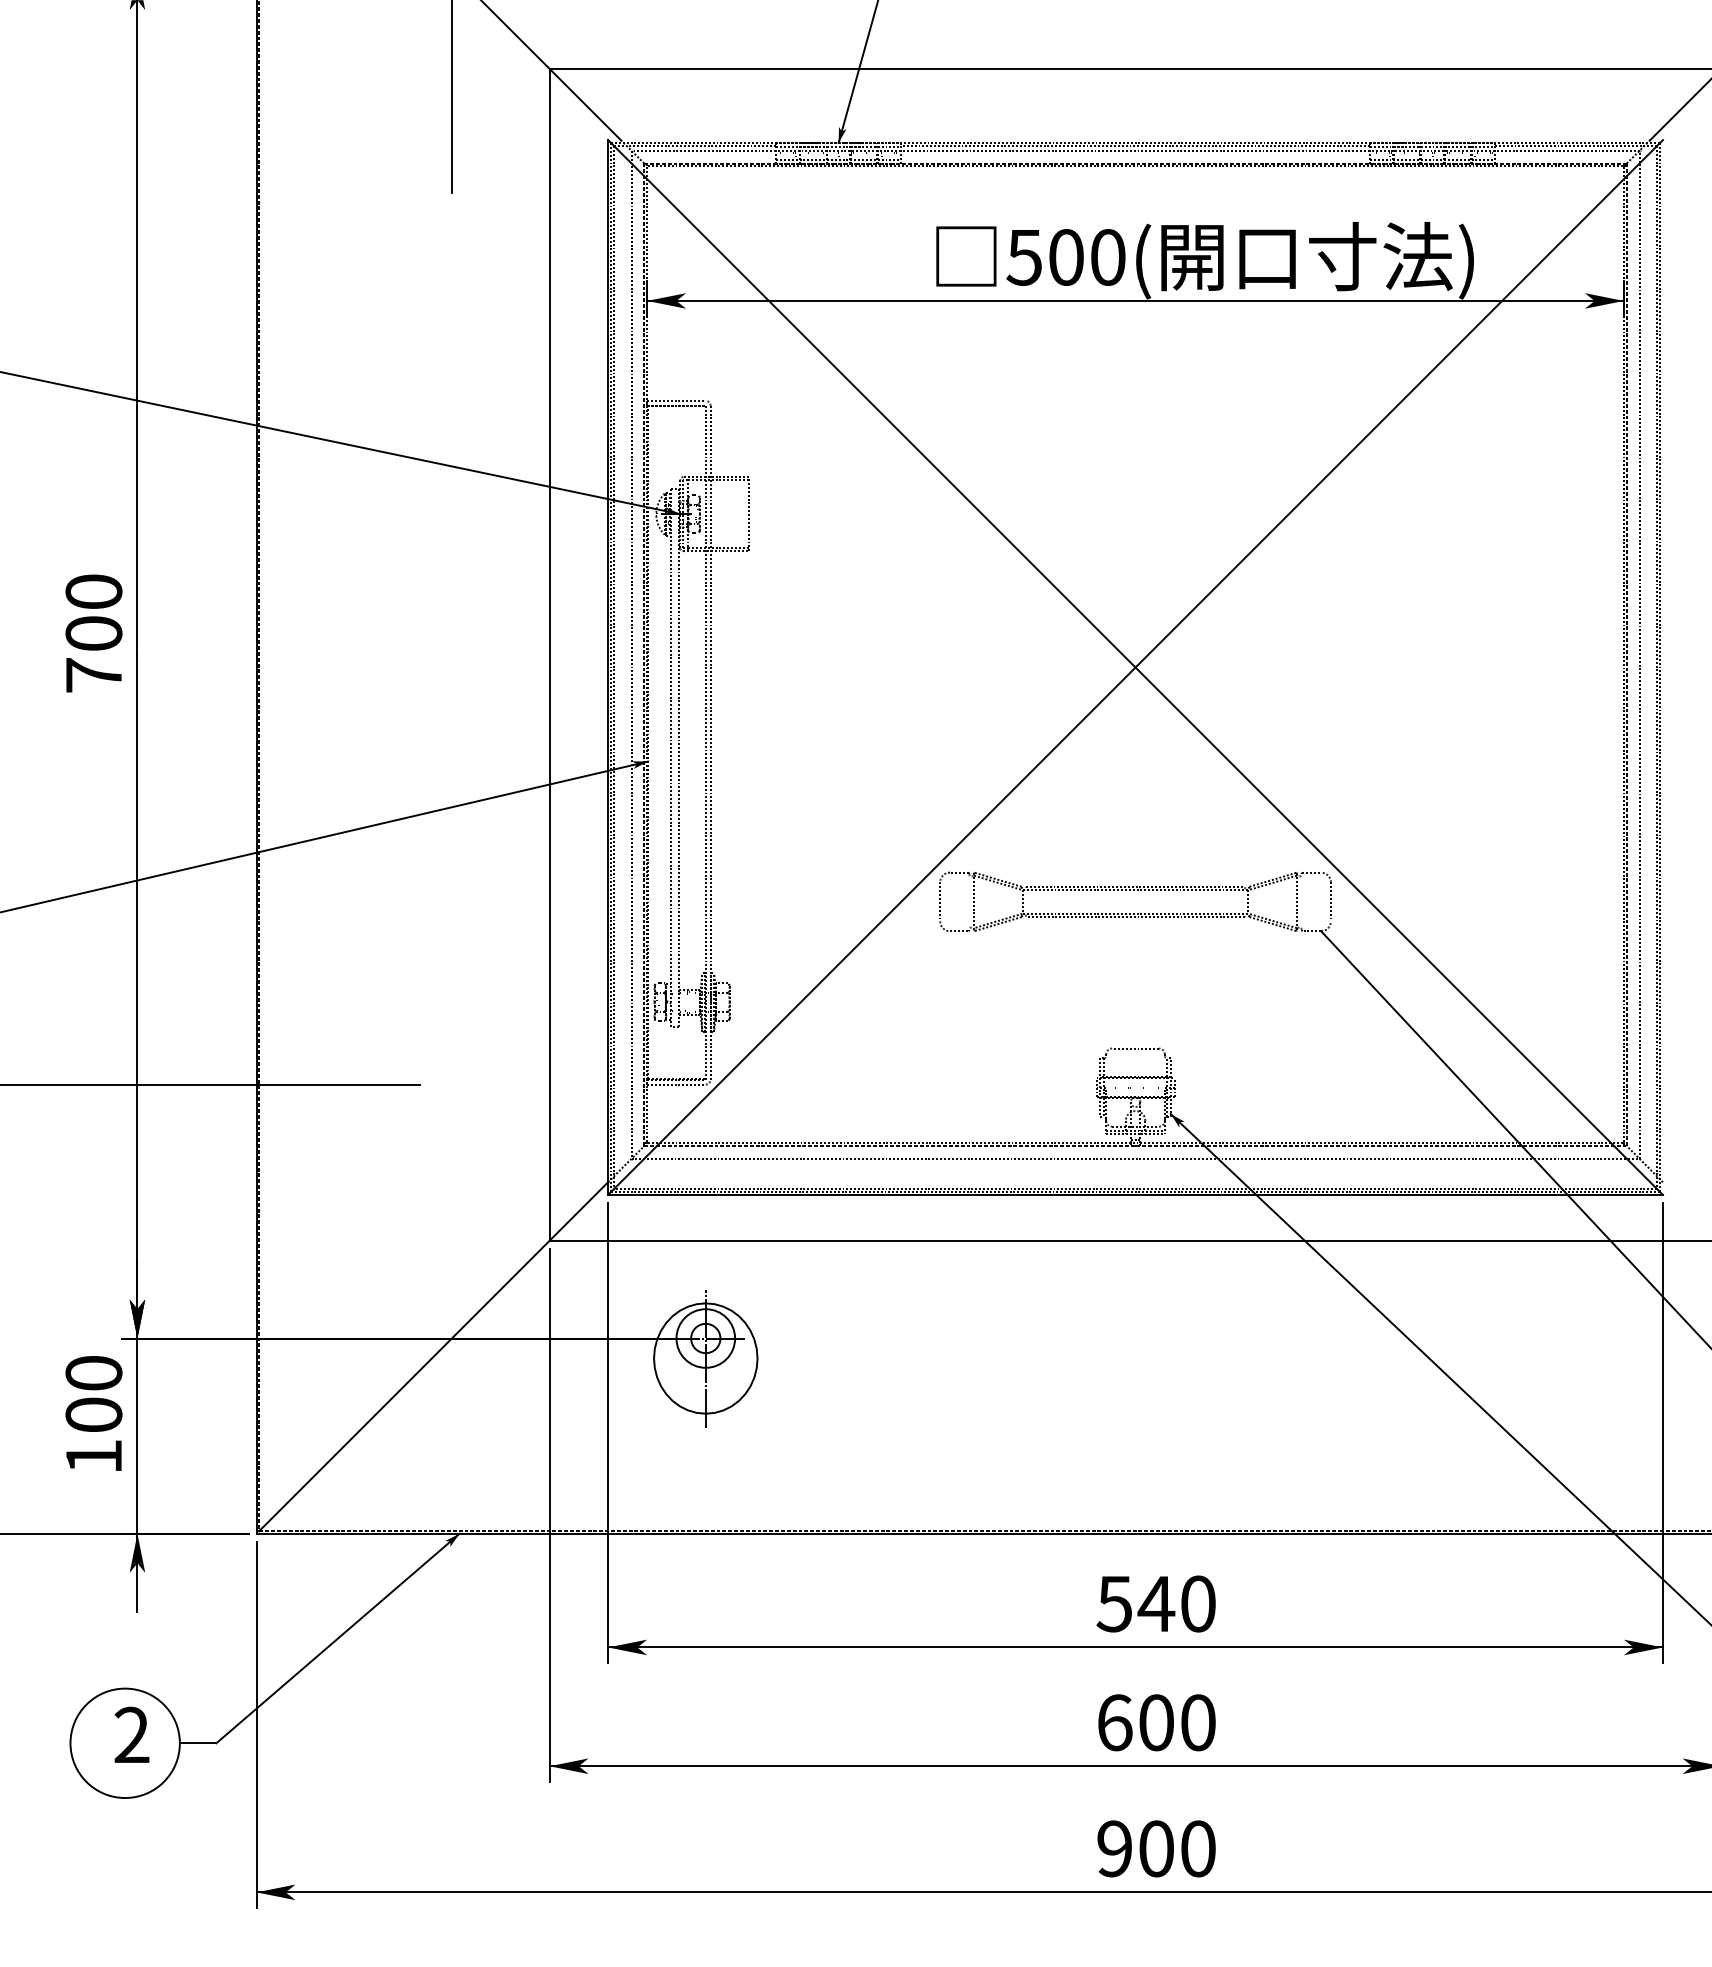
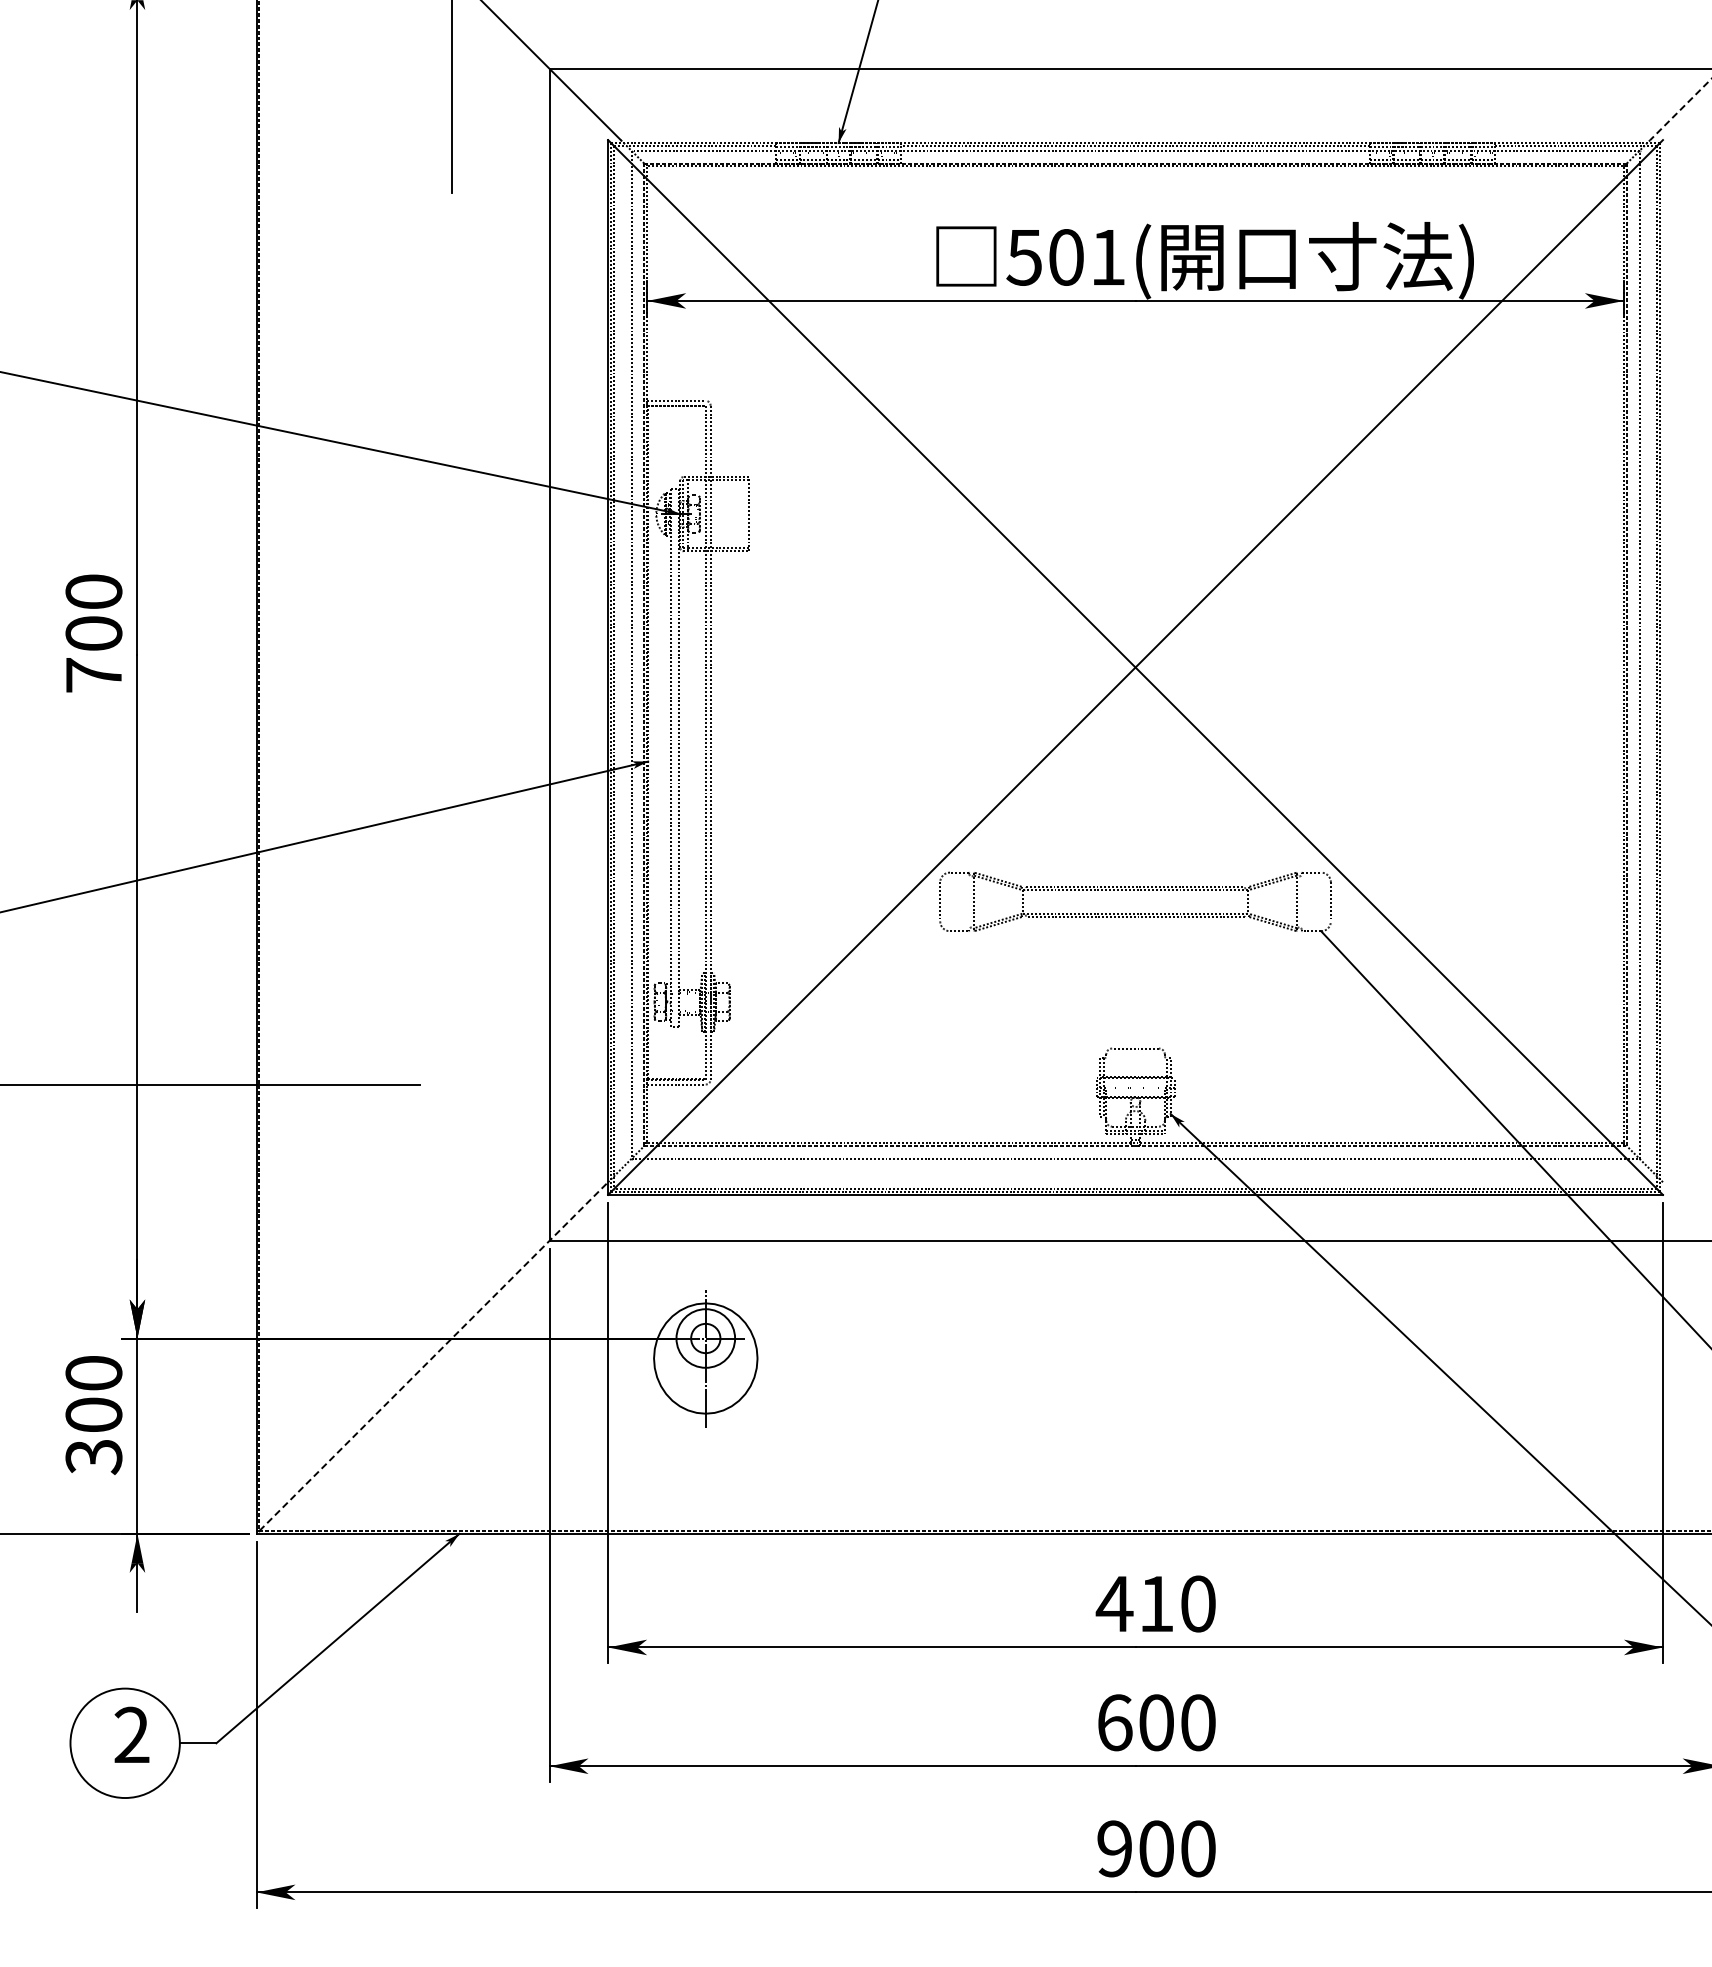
line at (1680, 109): solid -> dashed
text at (1108, 257): 500( -> 501(
line at (433, 1356): solid -> dashed
text at (93, 1457): 100 -> 300
text at (1135, 1604): 540 -> 410
